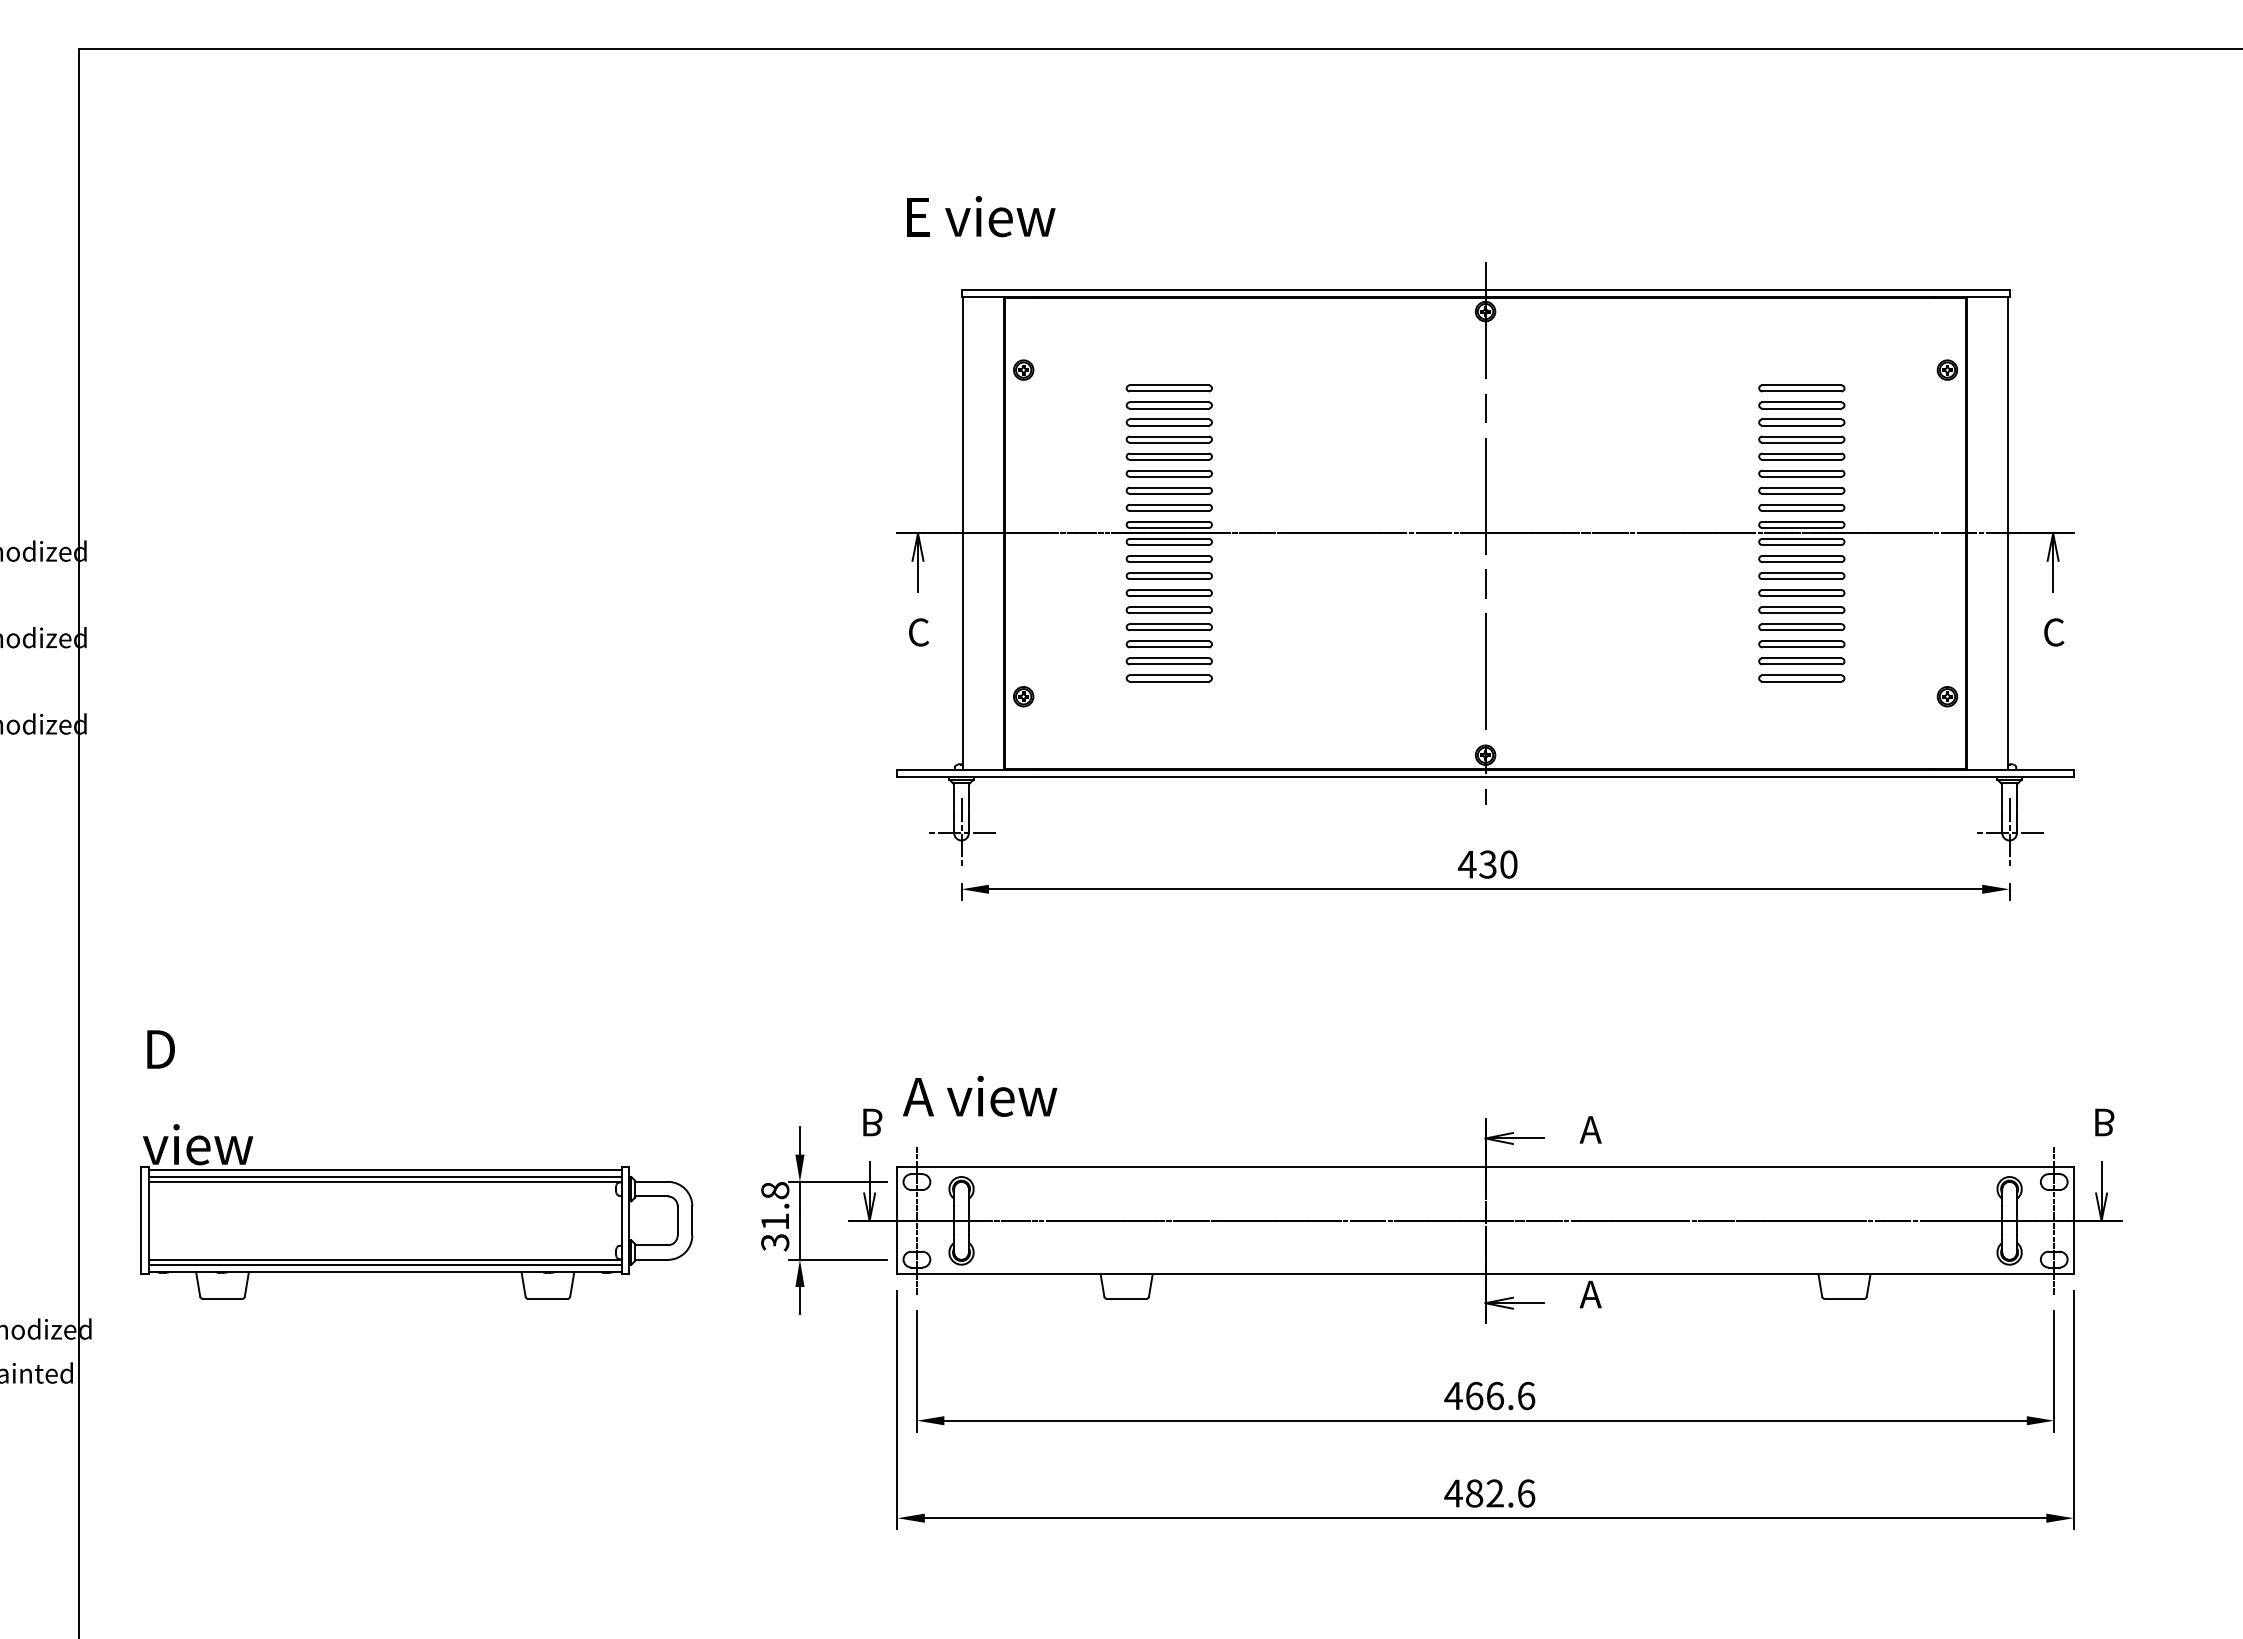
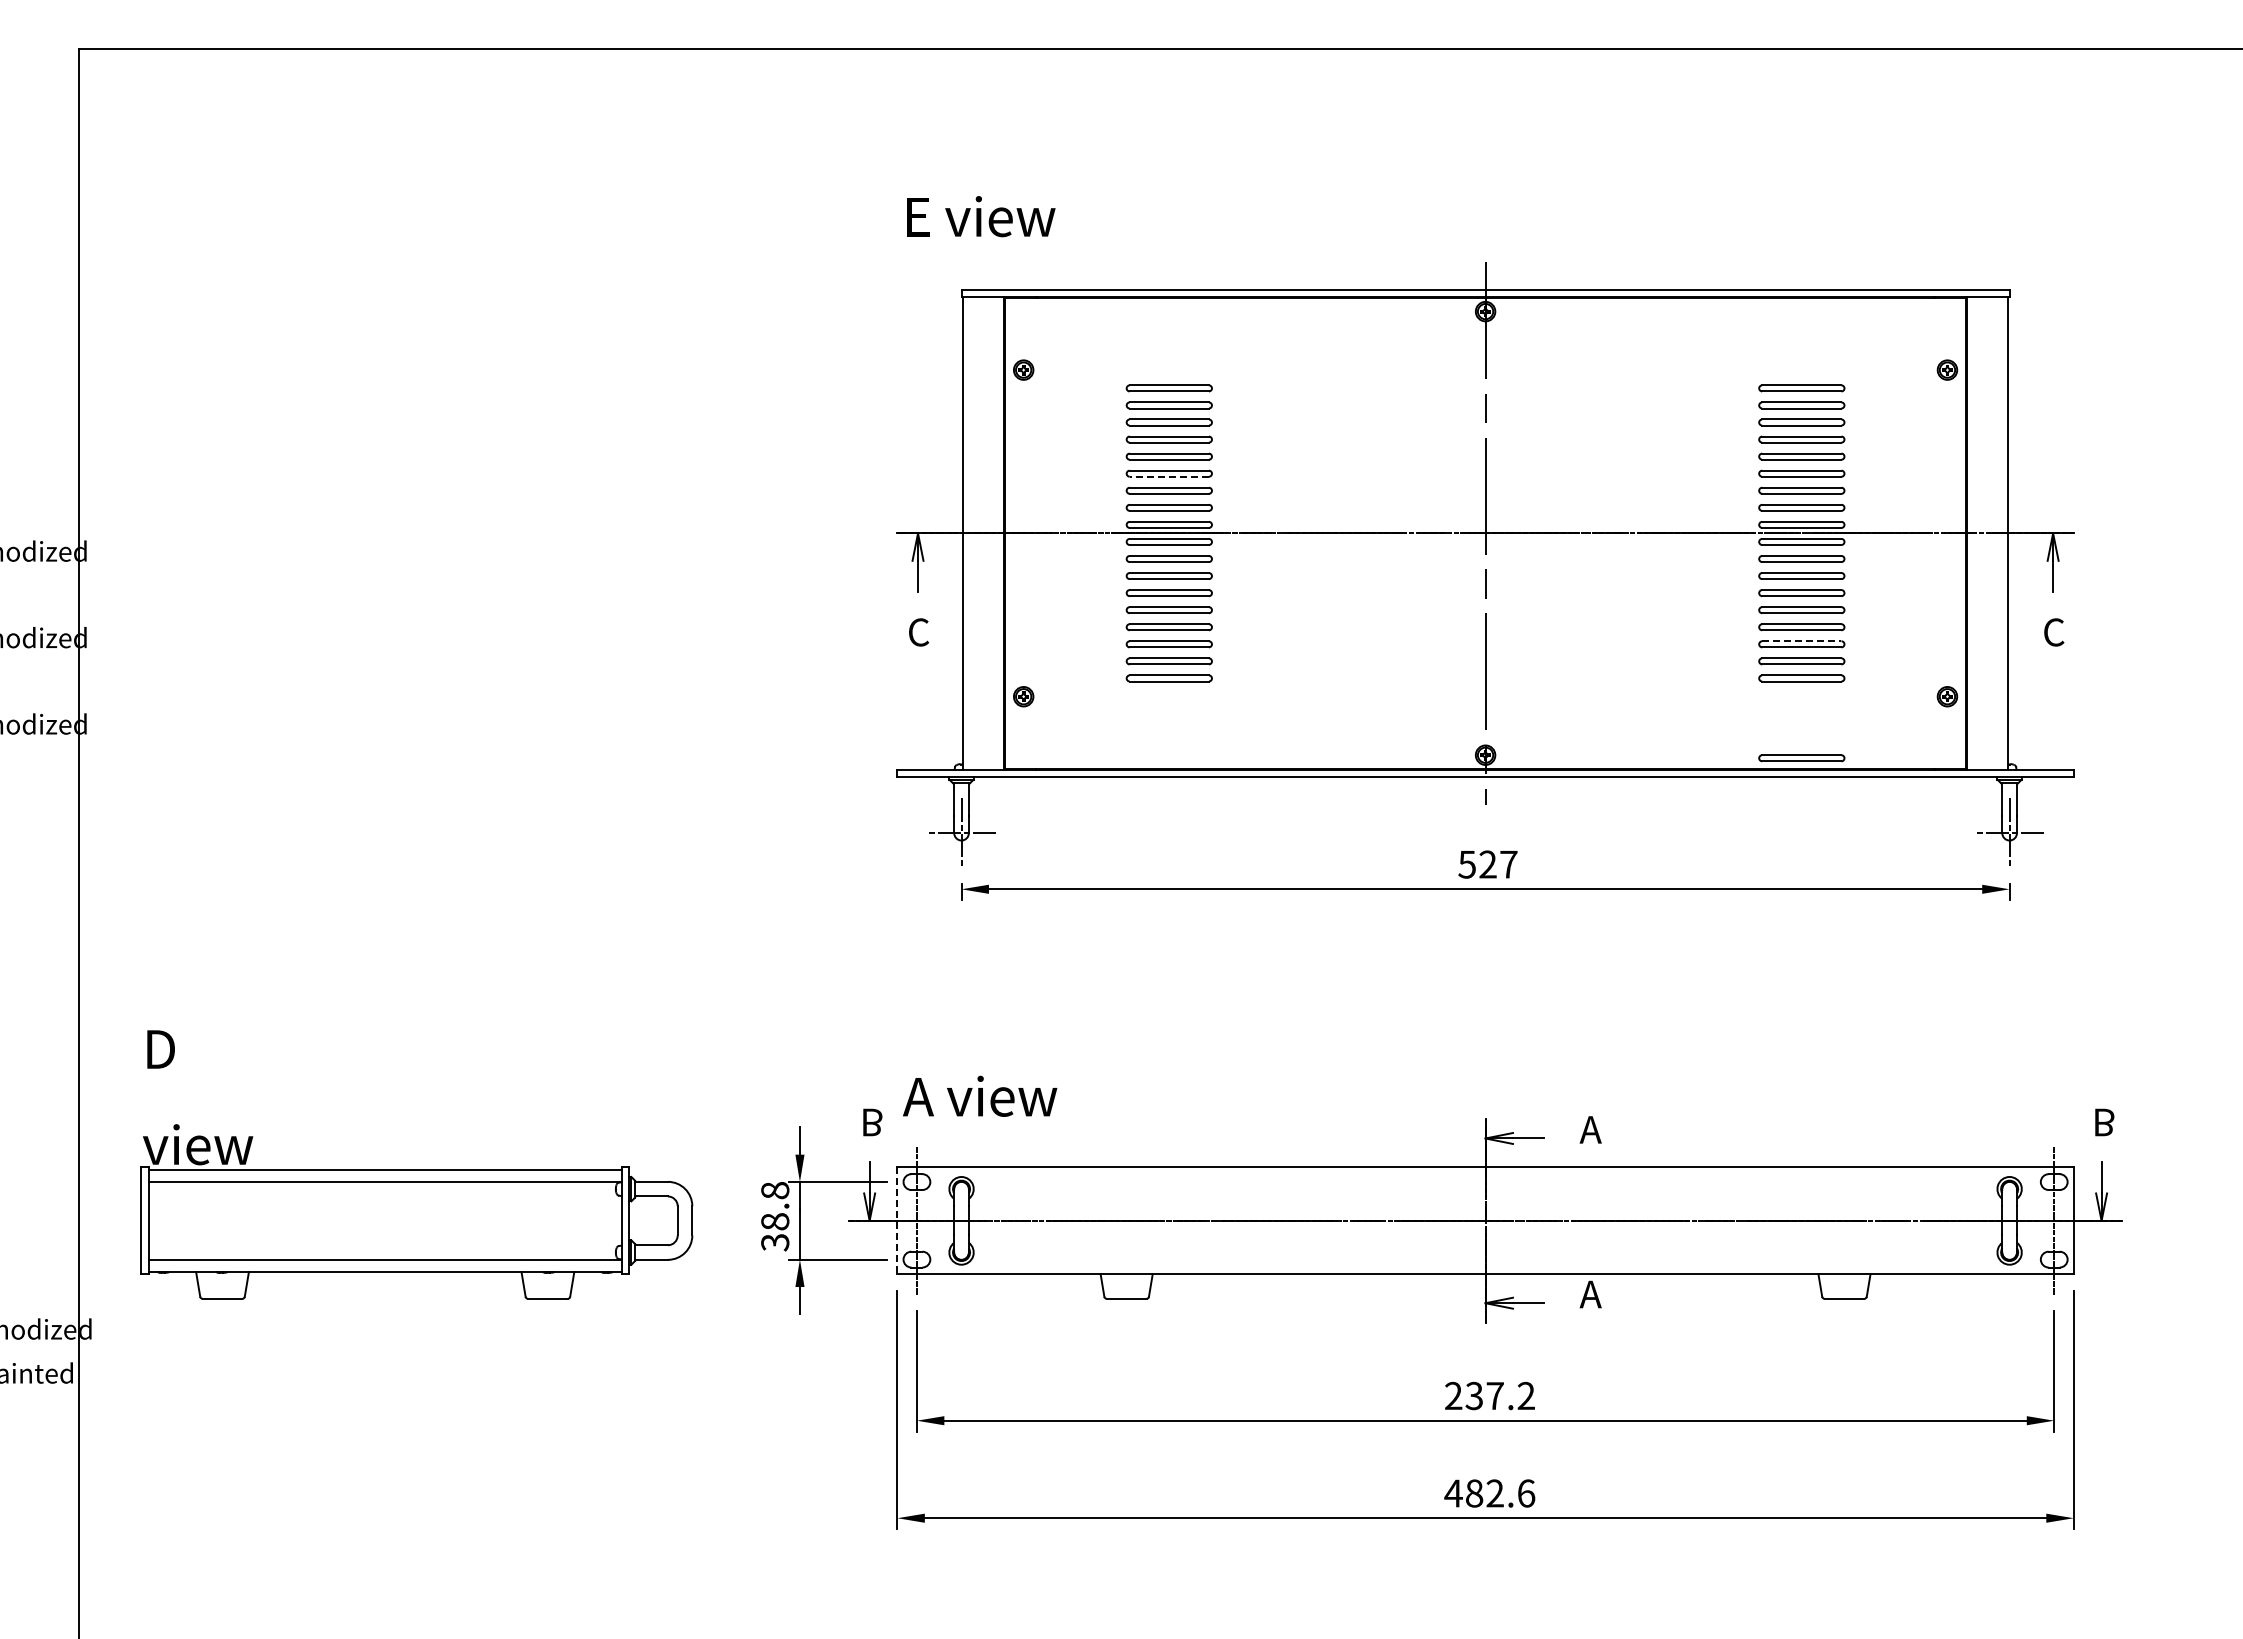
line at (1169, 476): solid -> dashed
line at (1801, 641): solid -> dashed
part at (1801, 758): none -> present
text at (1487, 864): 430 -> 527
line at (384, 1176): present -> none
line at (897, 1220): solid -> dashed
text at (775, 1221): 31.8 -> 38.8
line at (384, 1264): present -> none
text at (1489, 1395): 466.6 -> 237.2
